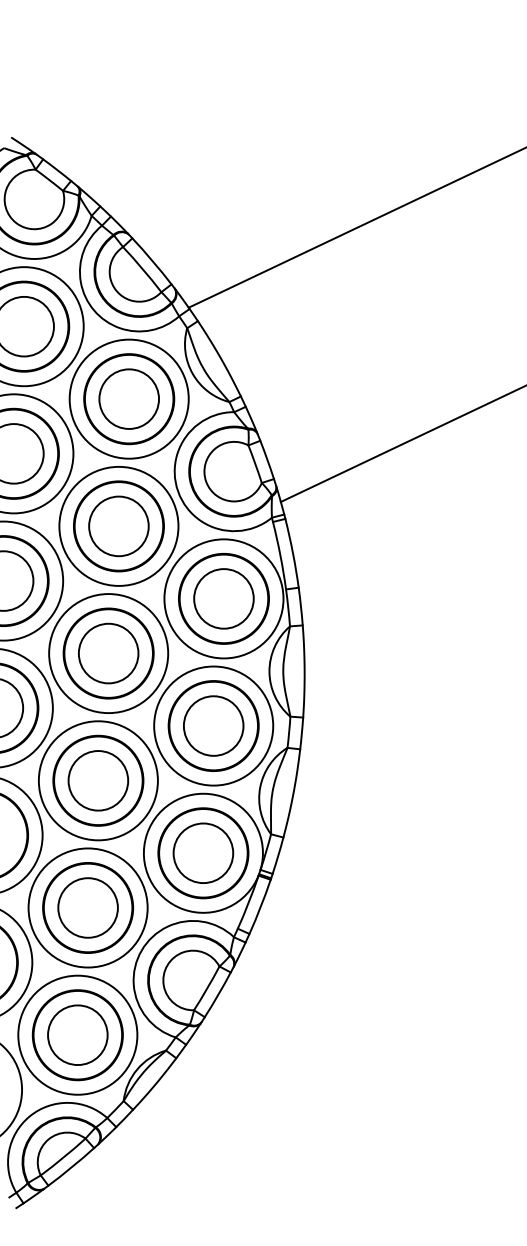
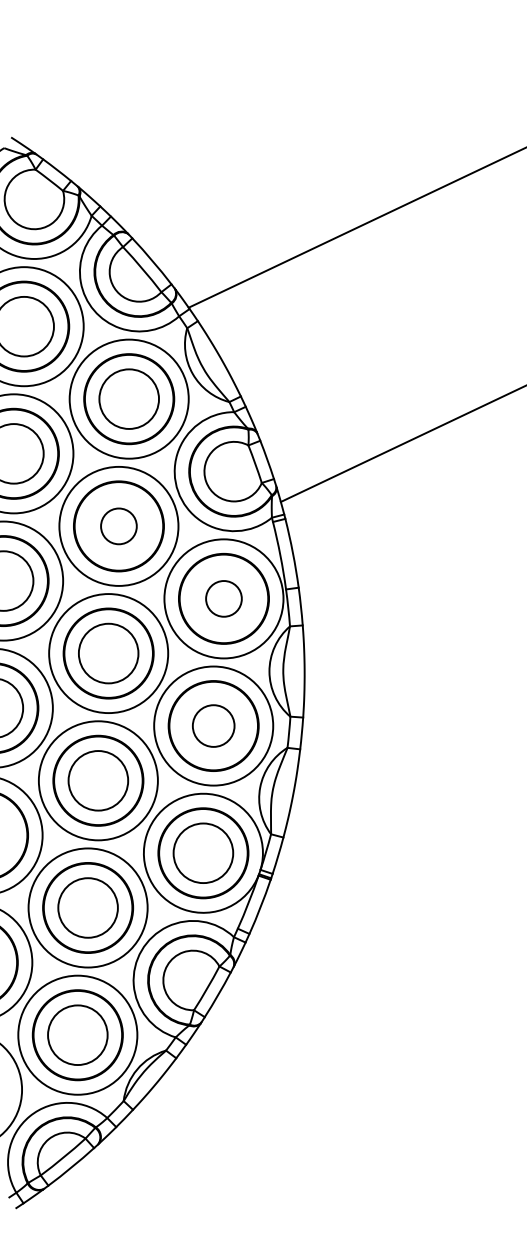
circle at (118, 526) diameter: 60 px -> 36 px
circle at (223, 598) diameter: 60 px -> 36 px
circle at (213, 725) diameter: 60 px -> 42 px
